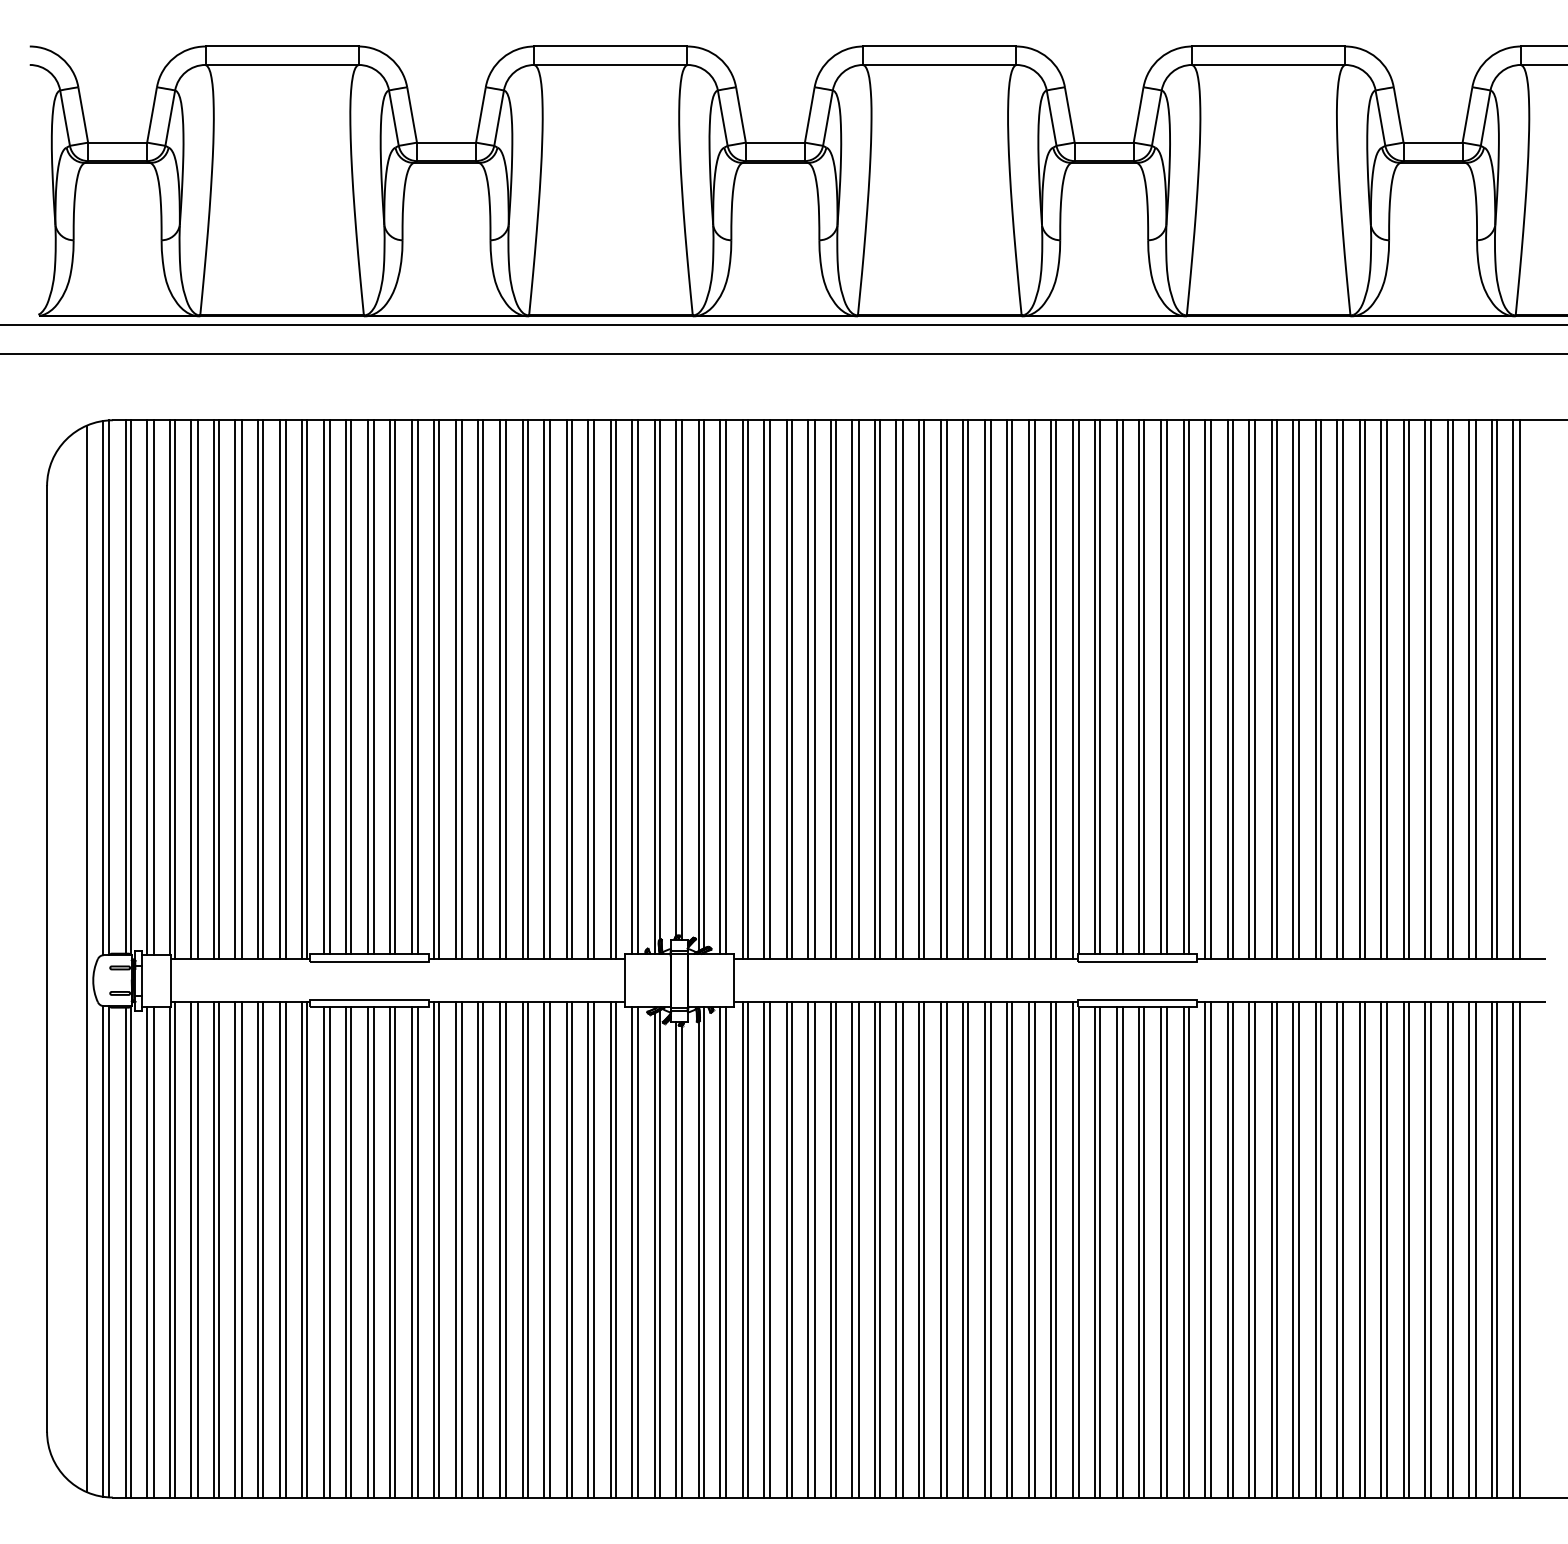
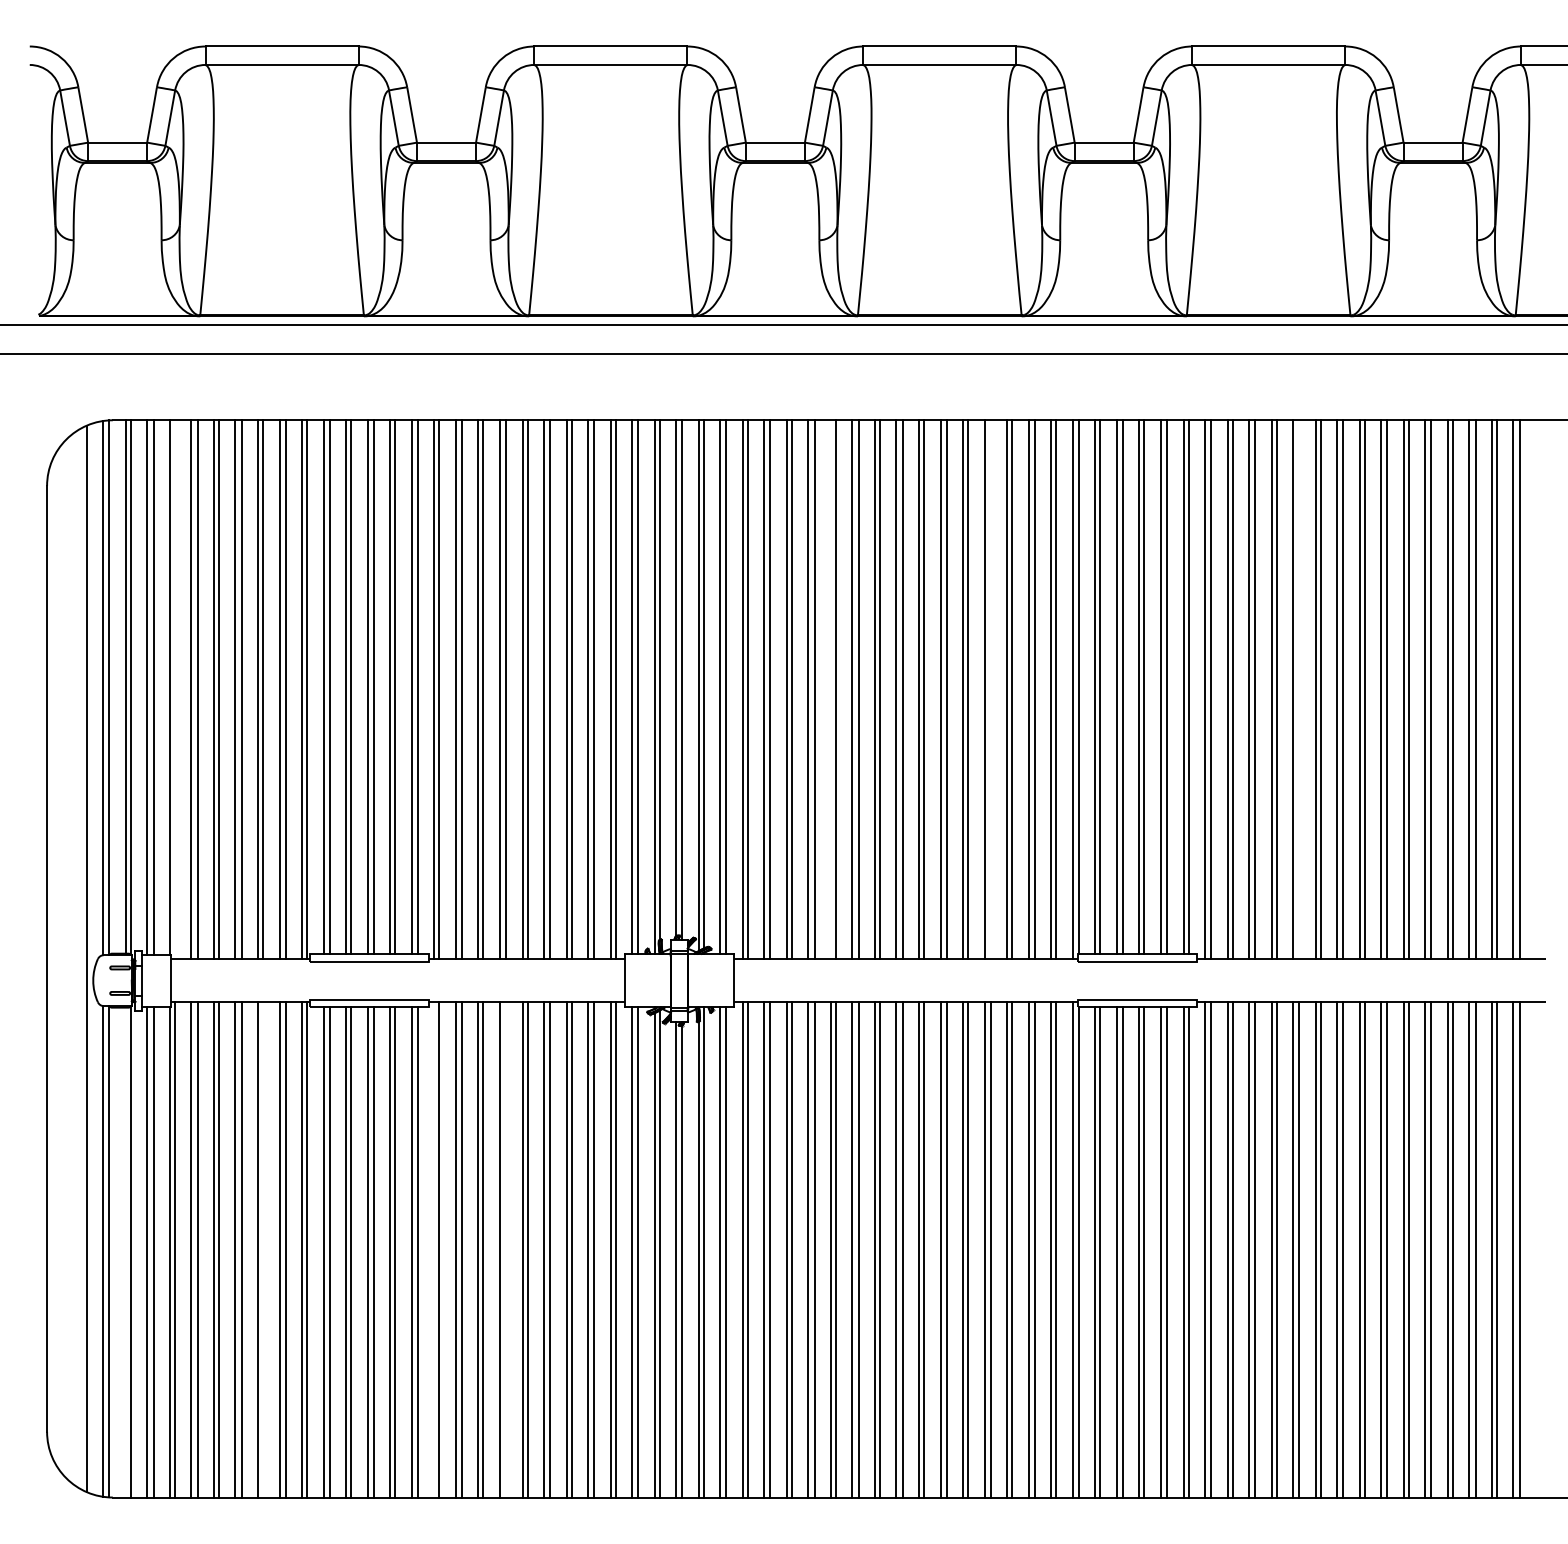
line at (174, 689): present -> none
line at (830, 689): present -> none
line at (990, 689): present -> none
line at (1299, 689): present -> none
line at (263, 1249): present -> none
line at (434, 1249): present -> none
line at (506, 1249): present -> none
line at (125, 1252): present -> none
